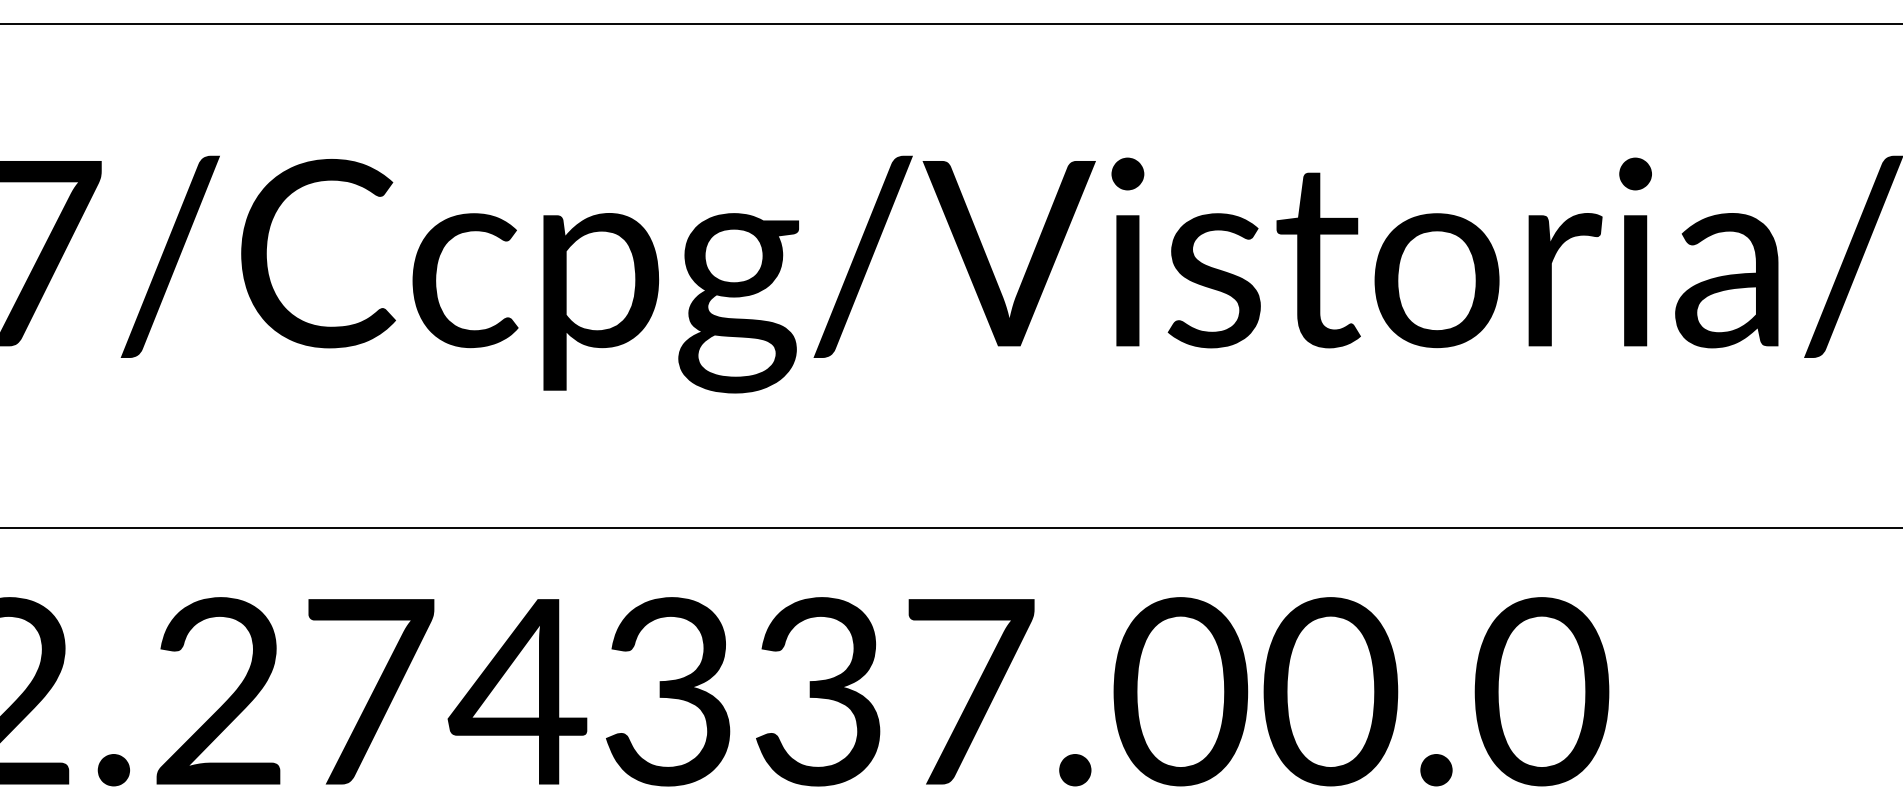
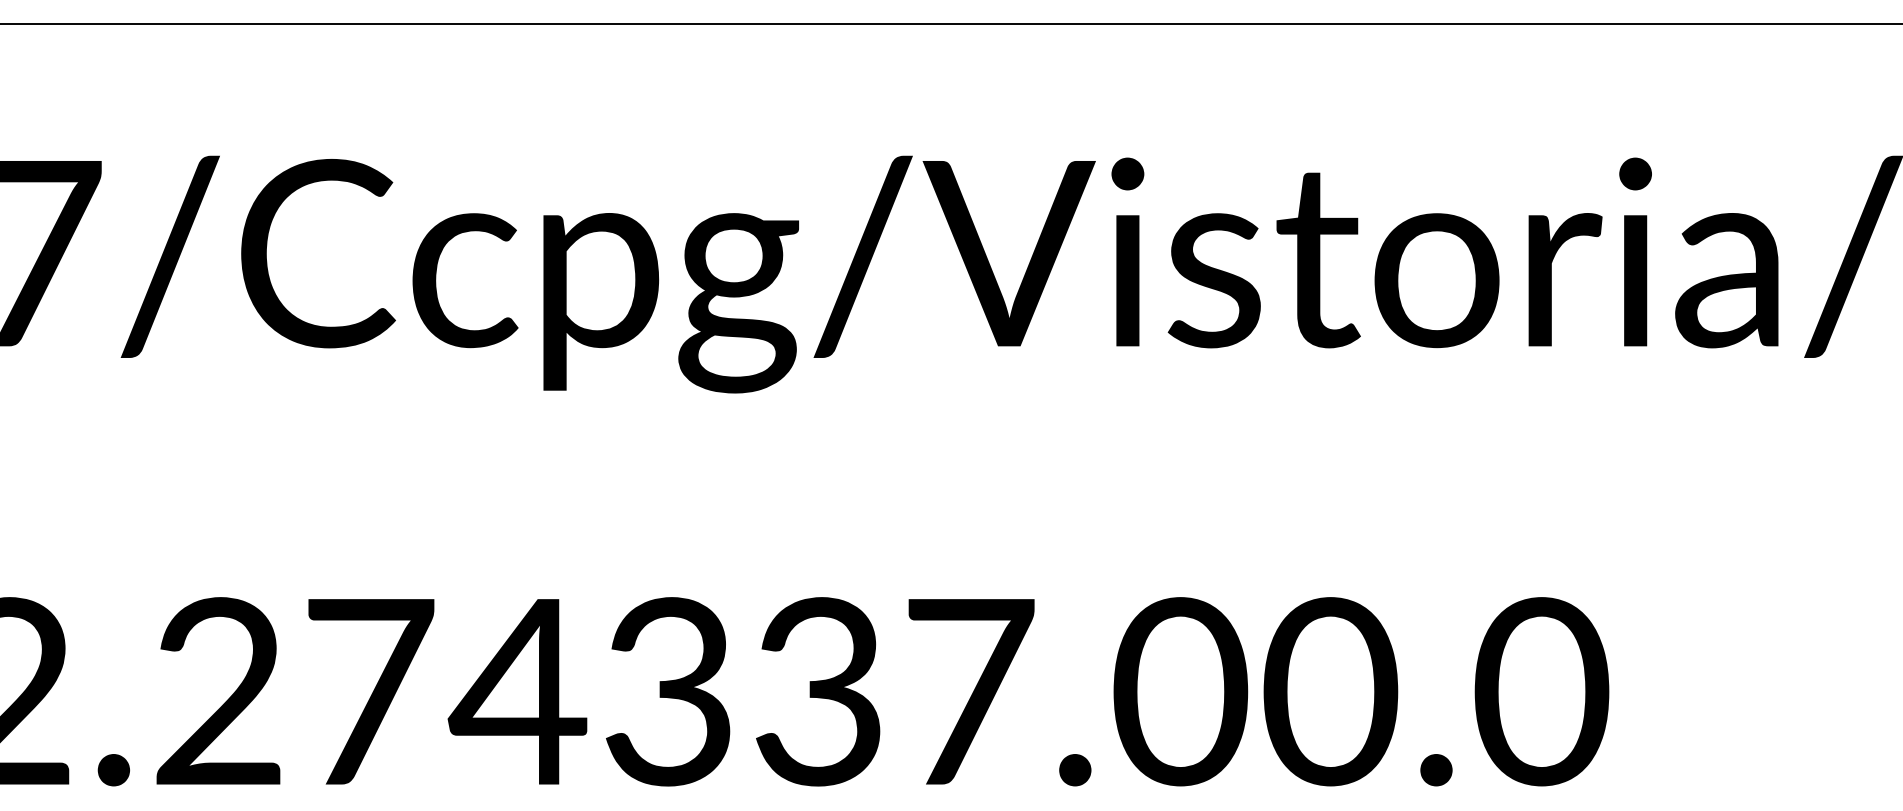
line at (950, 527): present -> none
